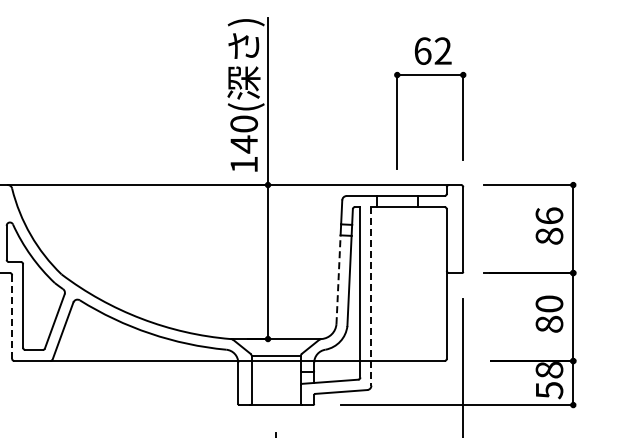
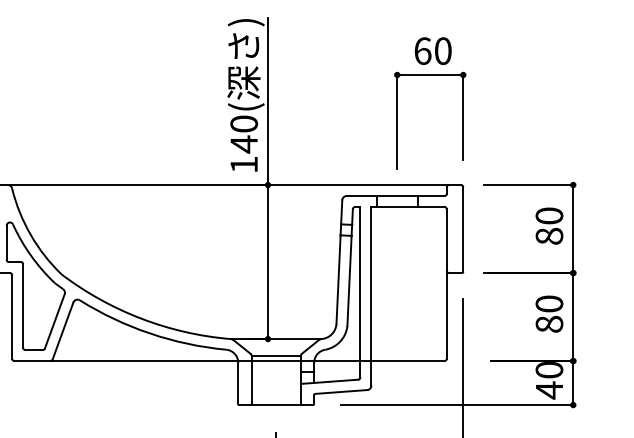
text at (442, 50): 62 -> 60
text at (549, 215): 86 -> 80
line at (338, 279): dashed -> solid
line at (371, 296): dashed -> solid
line at (12, 317): dashed -> solid
text at (549, 380): 58 -> 40
